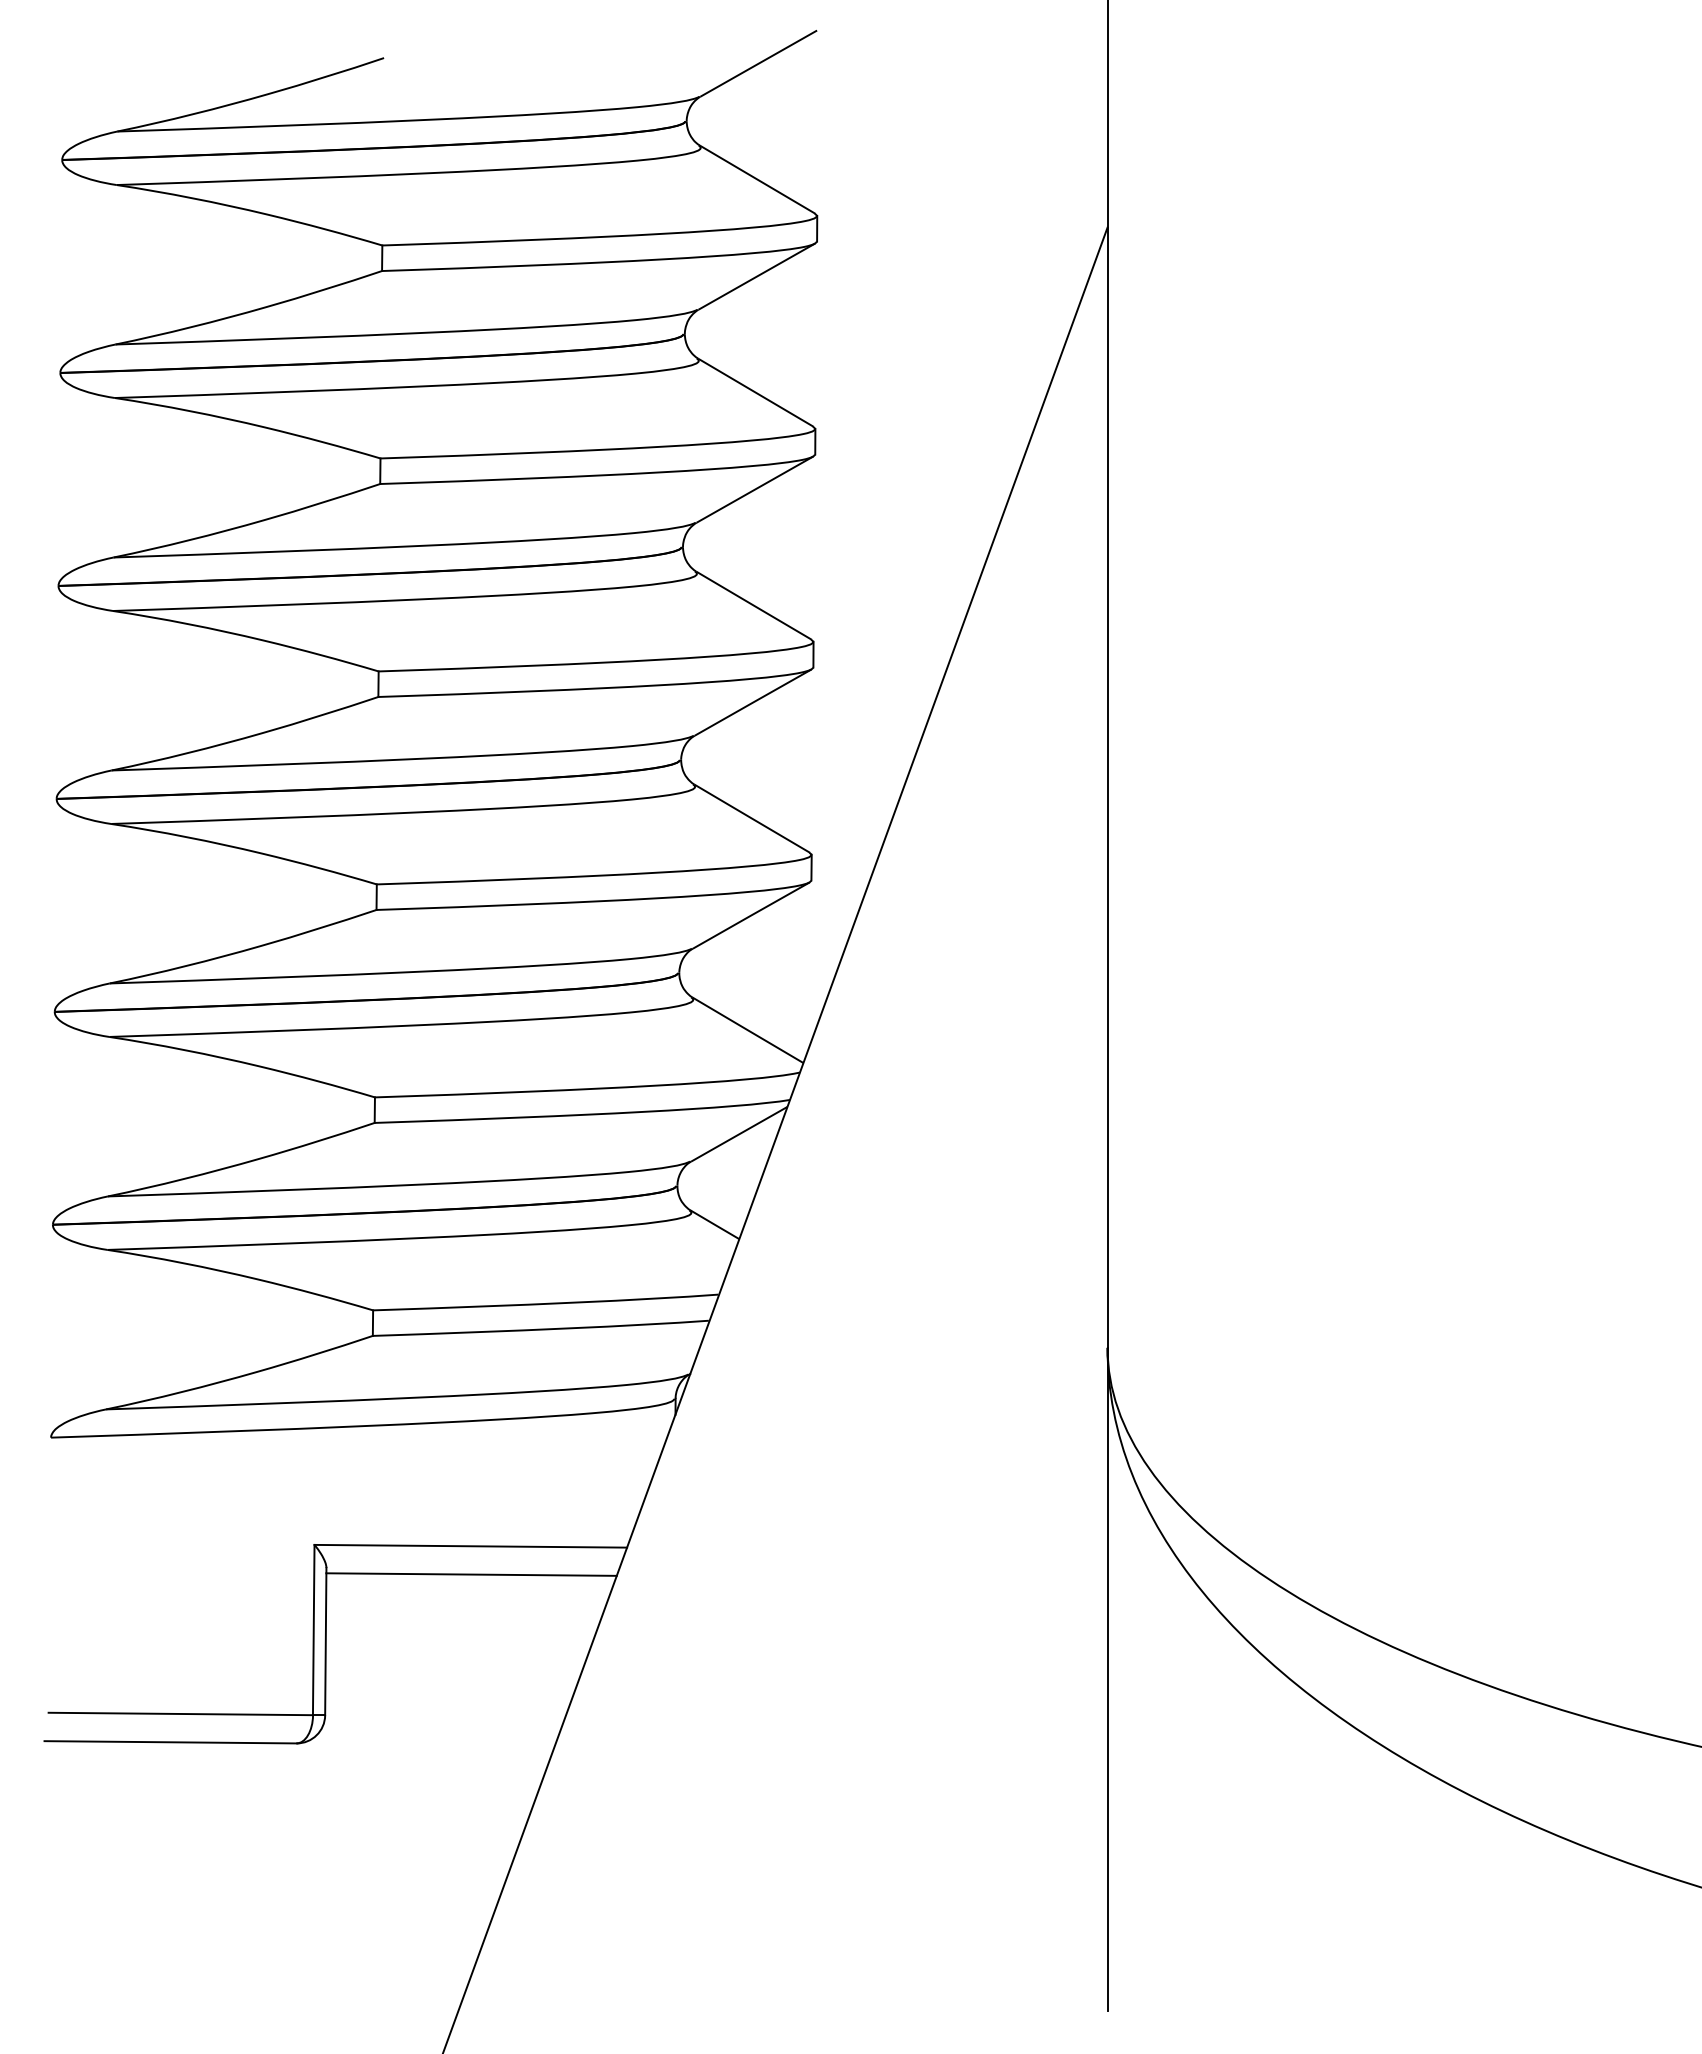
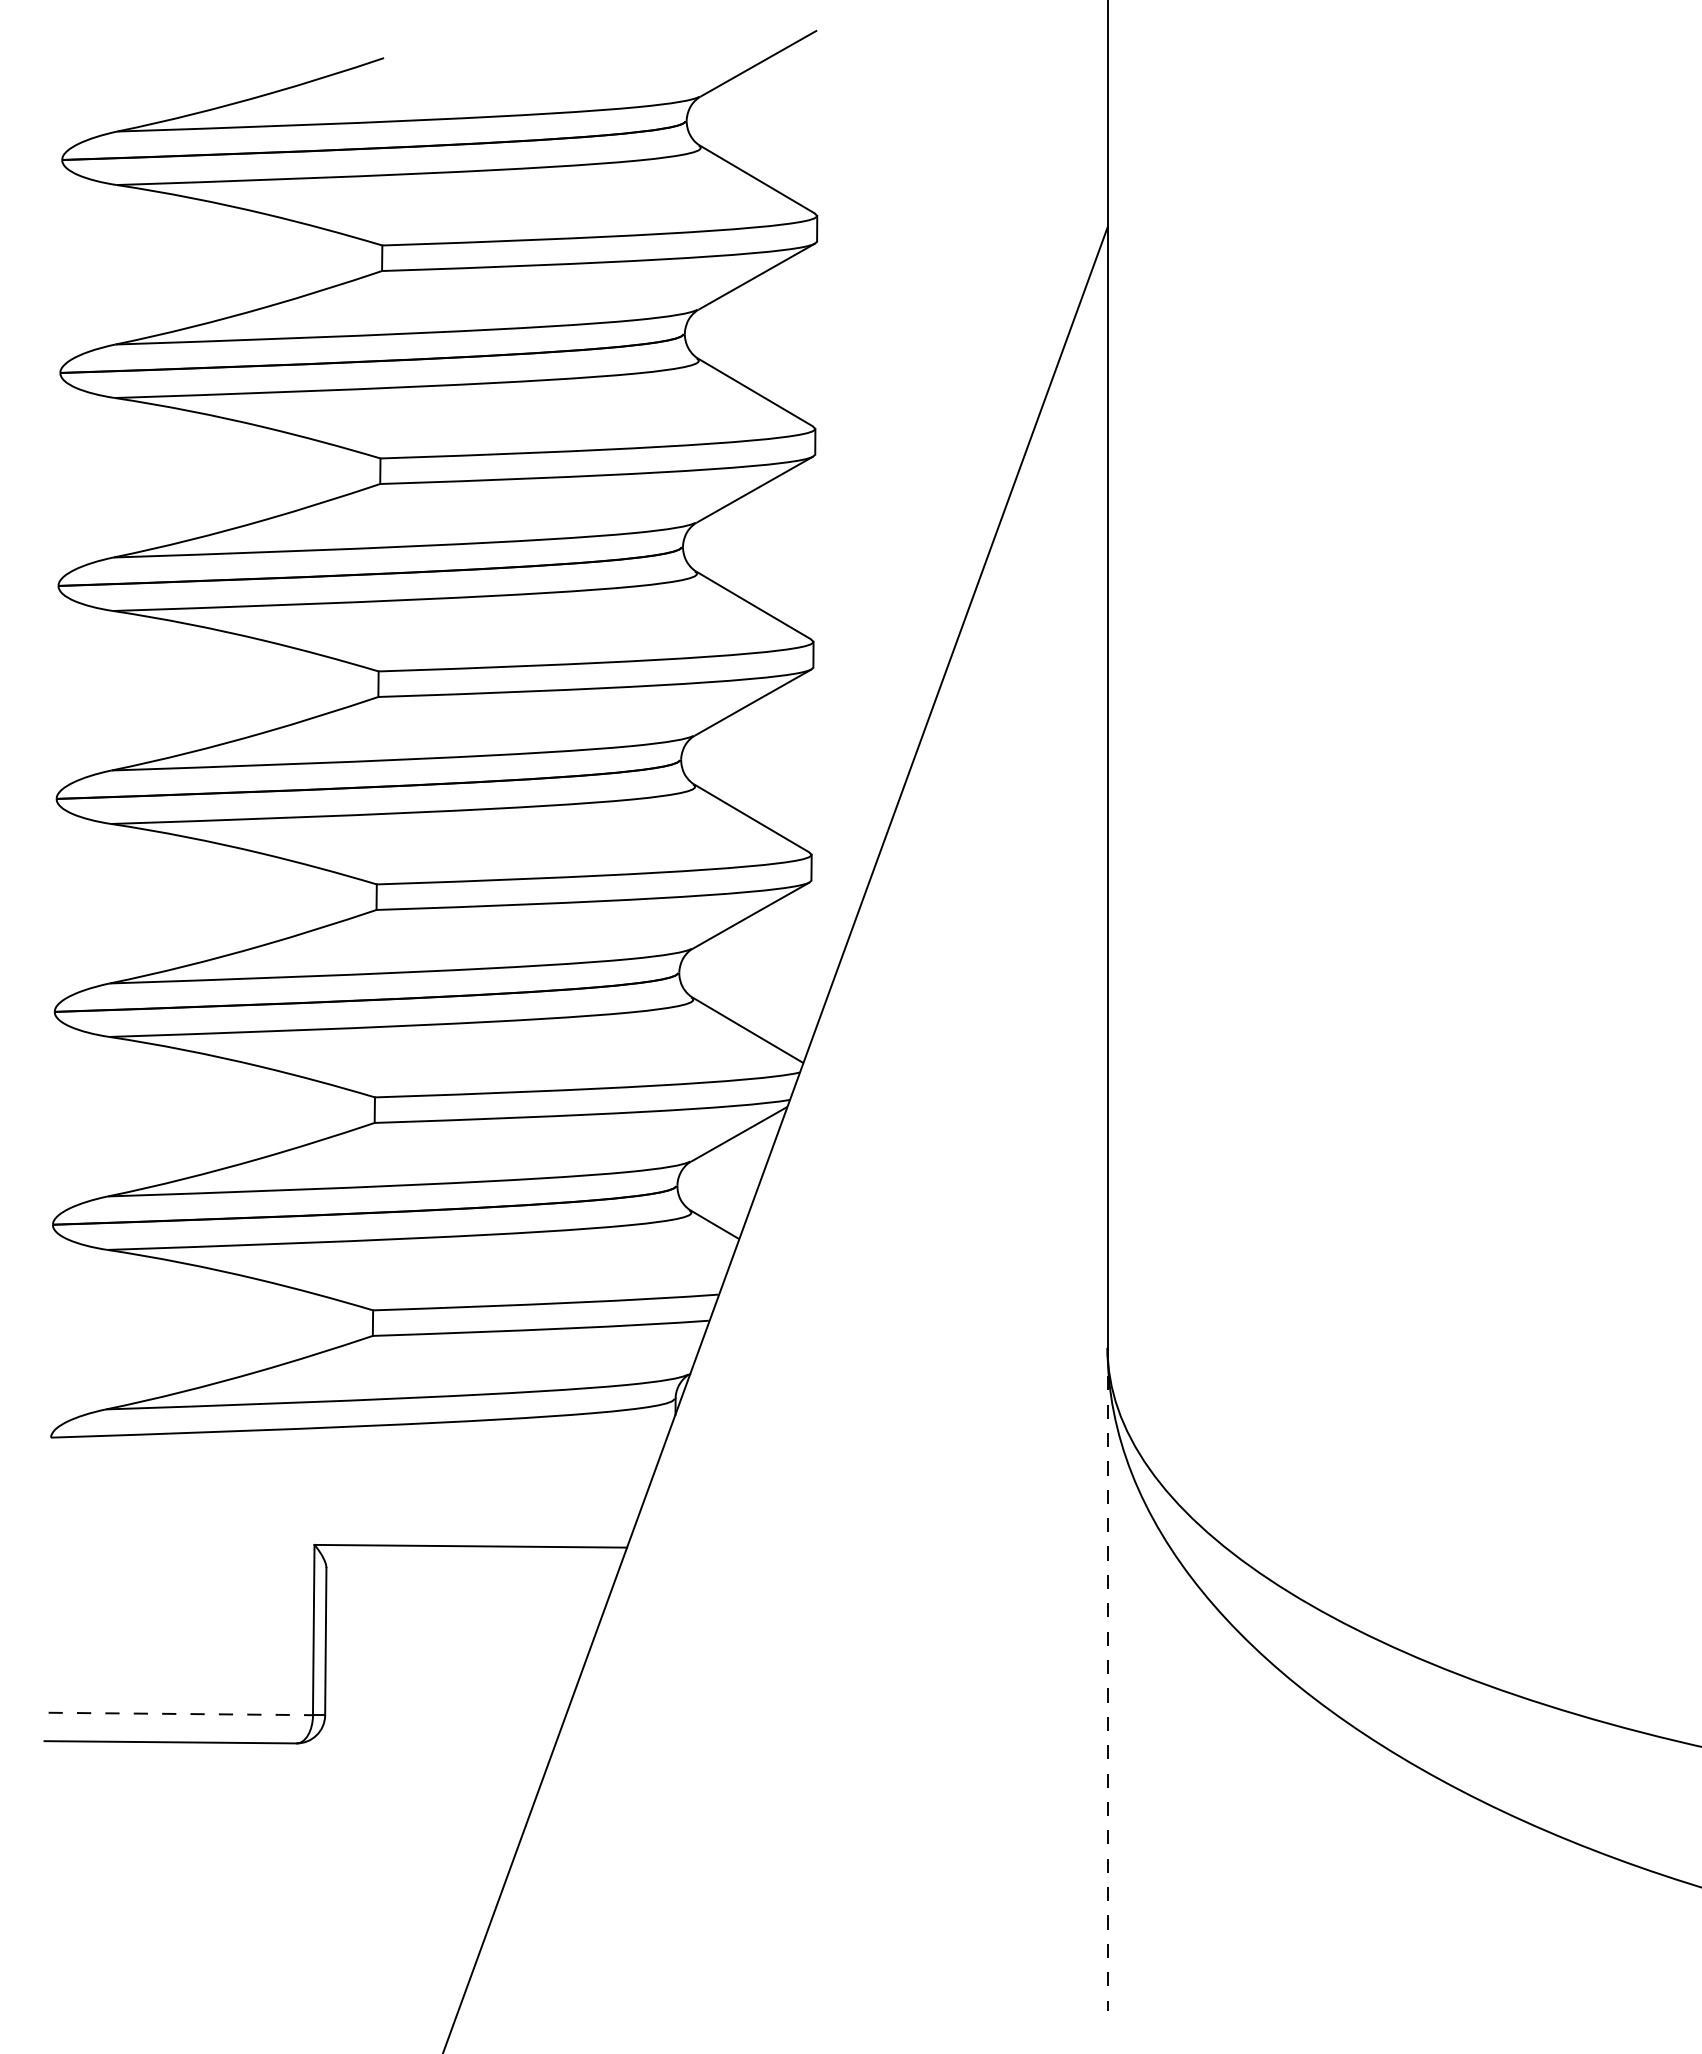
line at (471, 1574): present -> none
line at (1107, 1679): solid -> dashed
line at (181, 1713): solid -> dashed
